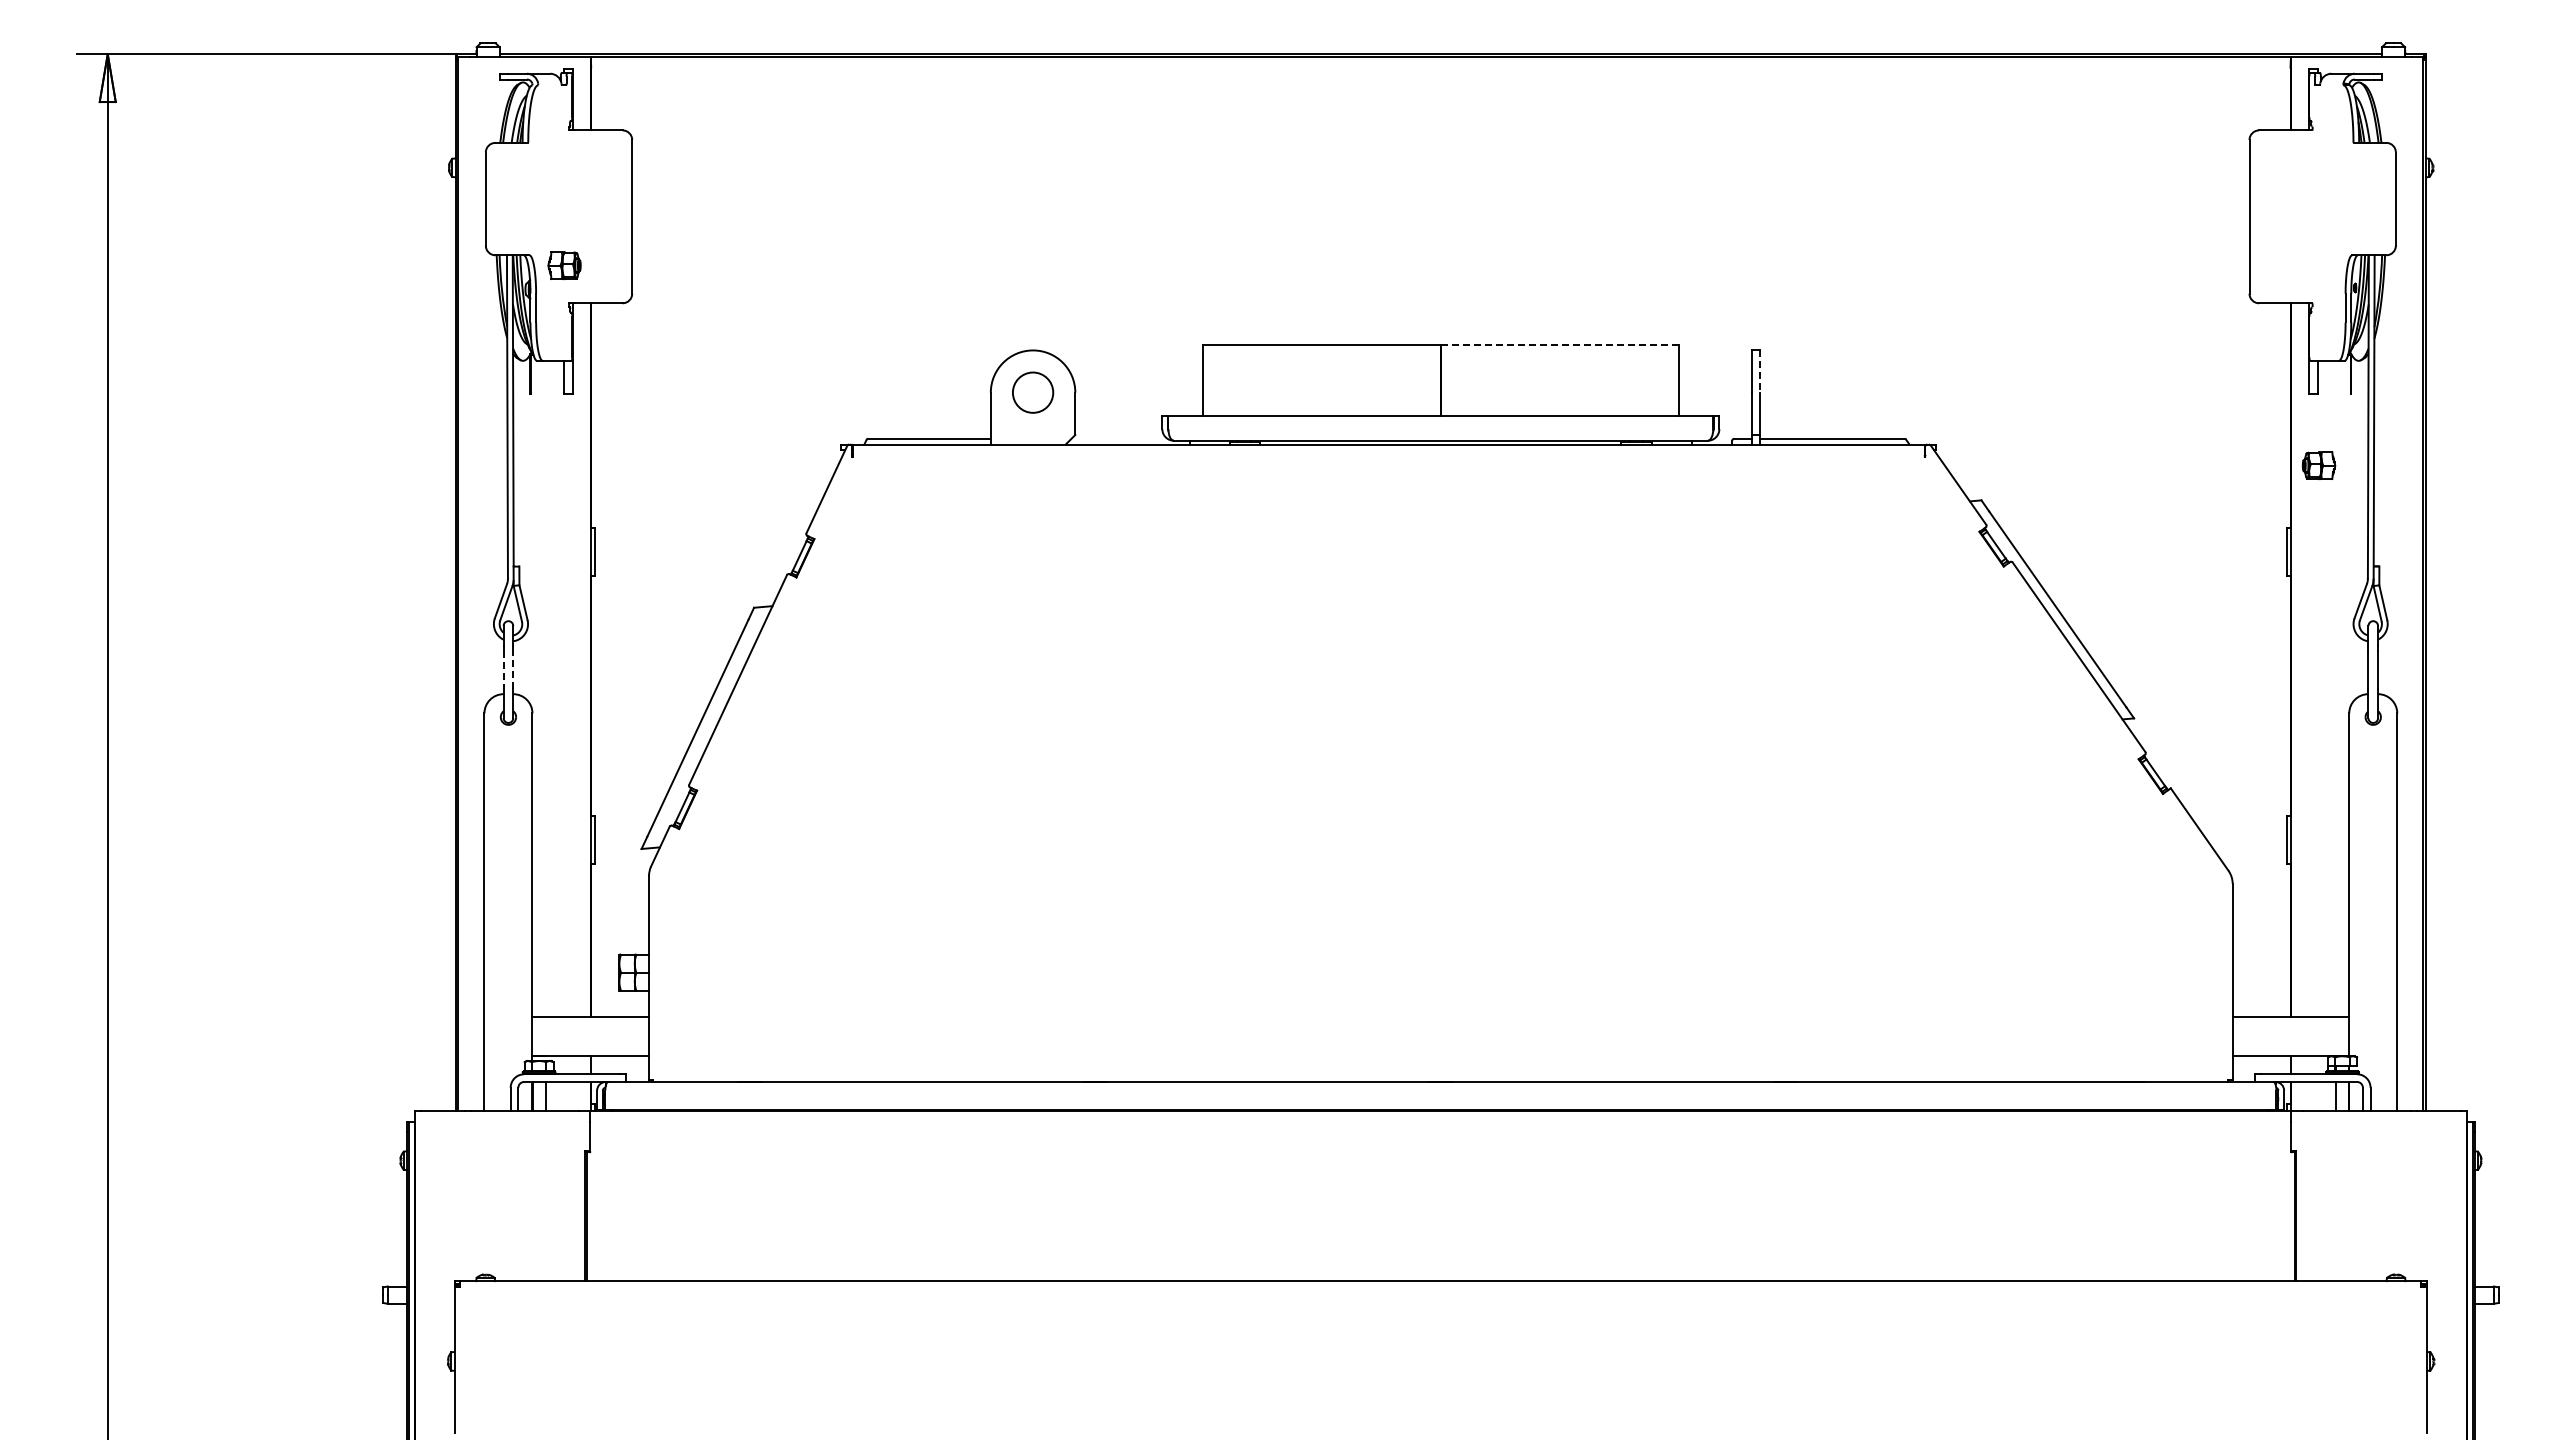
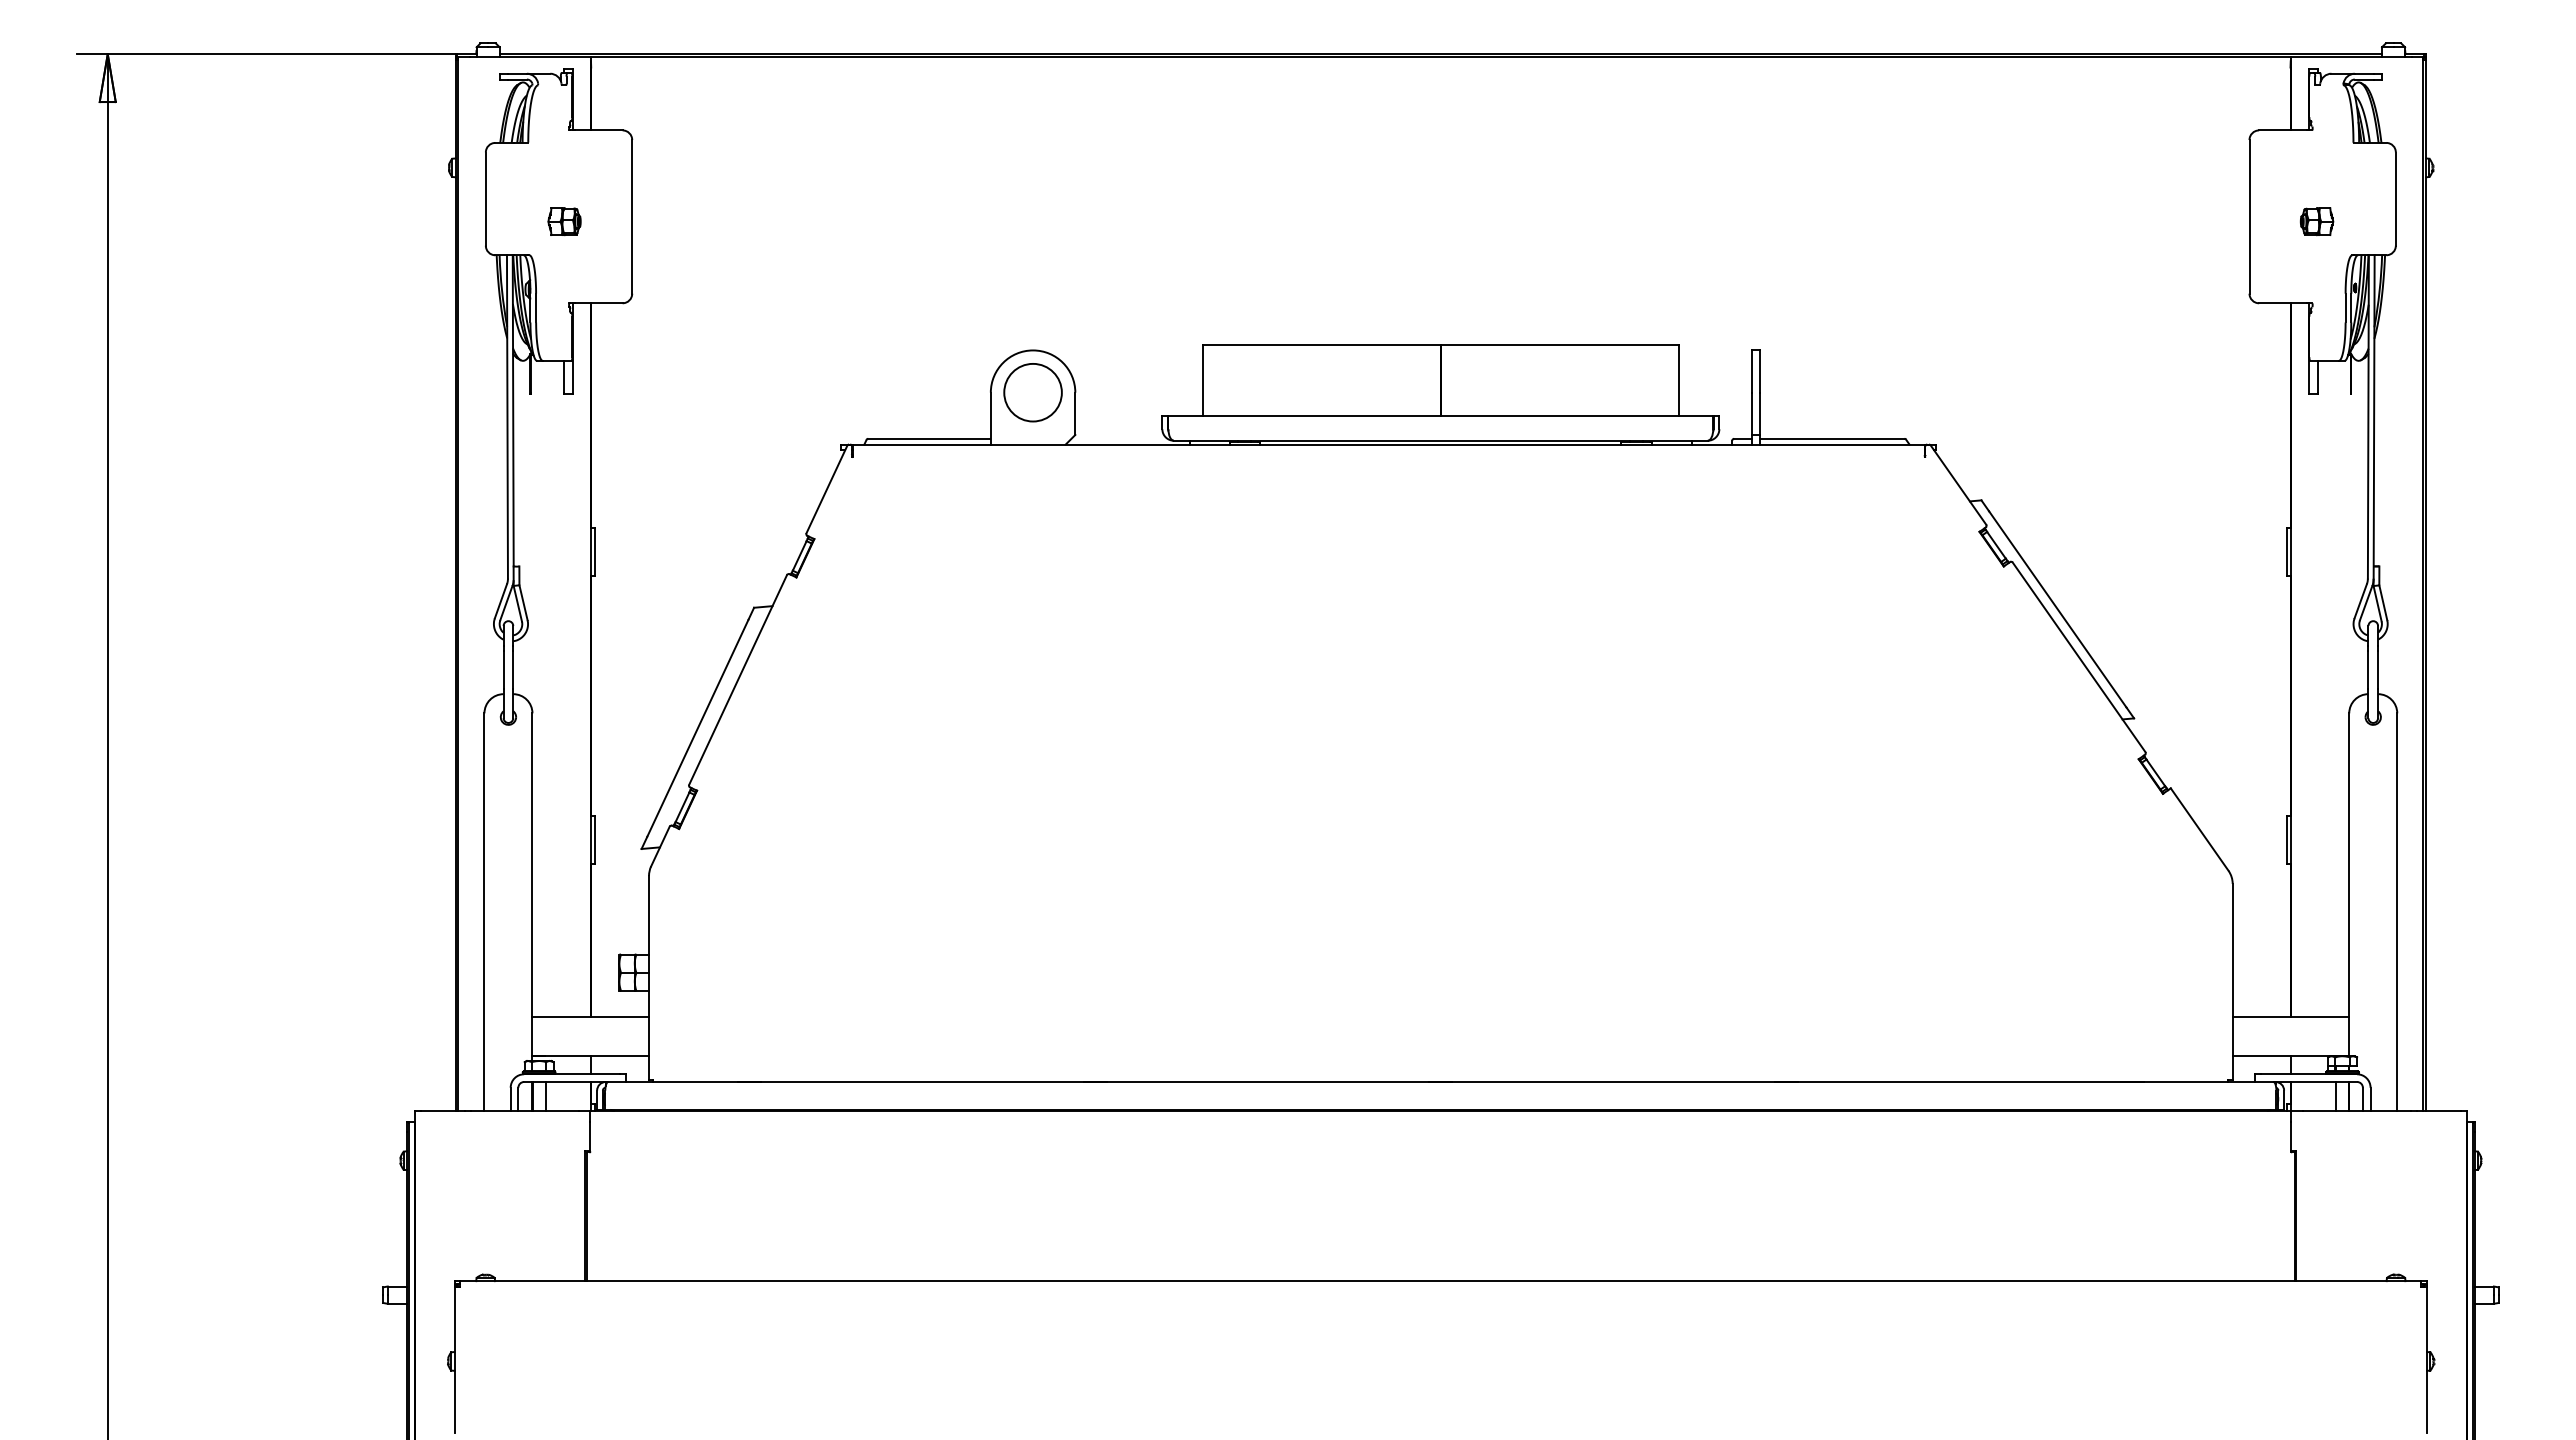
part at (564, 265) position: (564, 265) -> (564, 221)
line at (1560, 344): dashed -> solid
line at (1759, 372): dashed -> solid
circle at (1032, 392) diameter: 40 px -> 58 px
part at (2318, 465) position: (2318, 465) -> (2316, 221)
line at (503, 669): dashed -> solid
line at (513, 669): dashed -> solid
